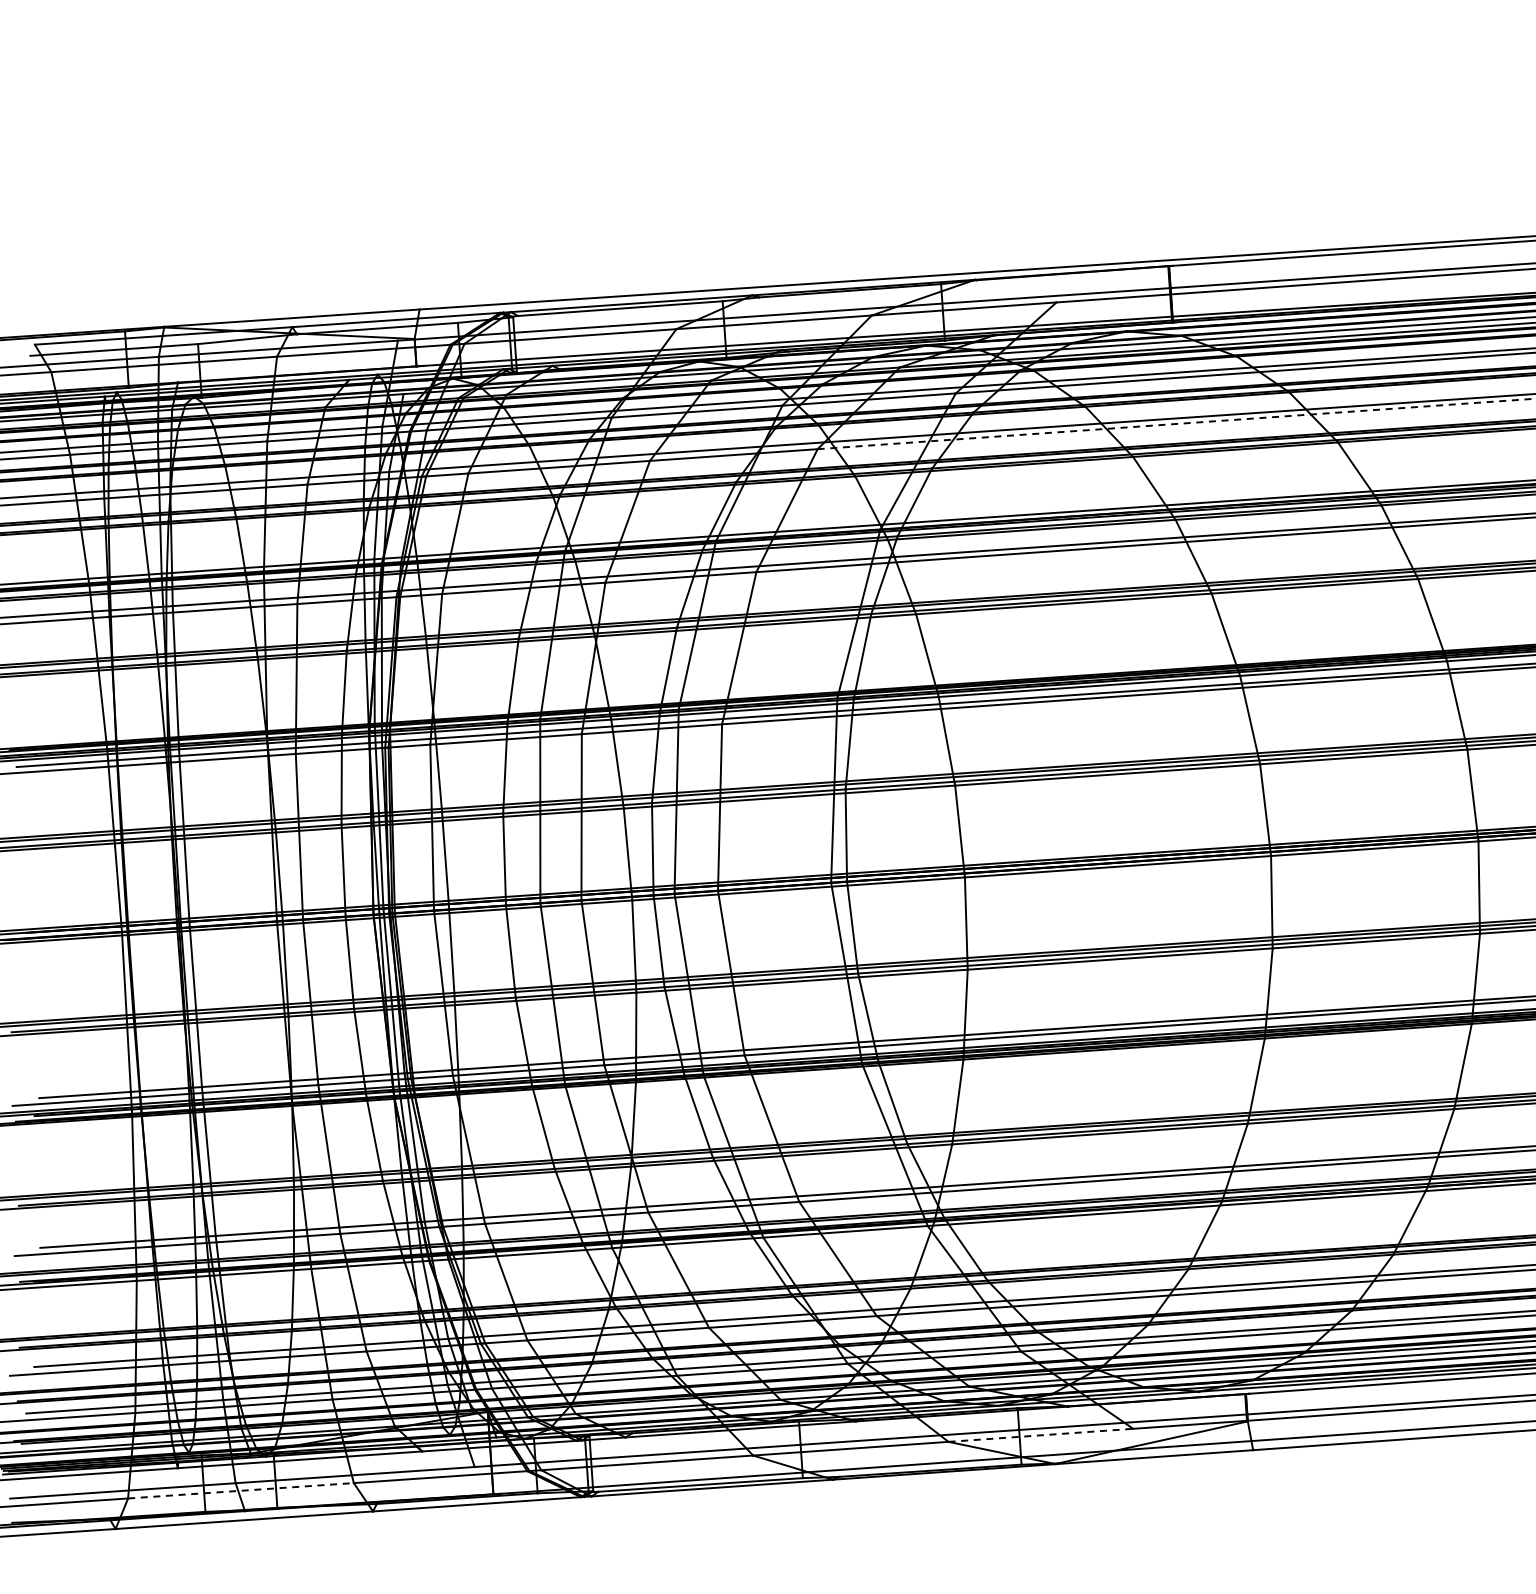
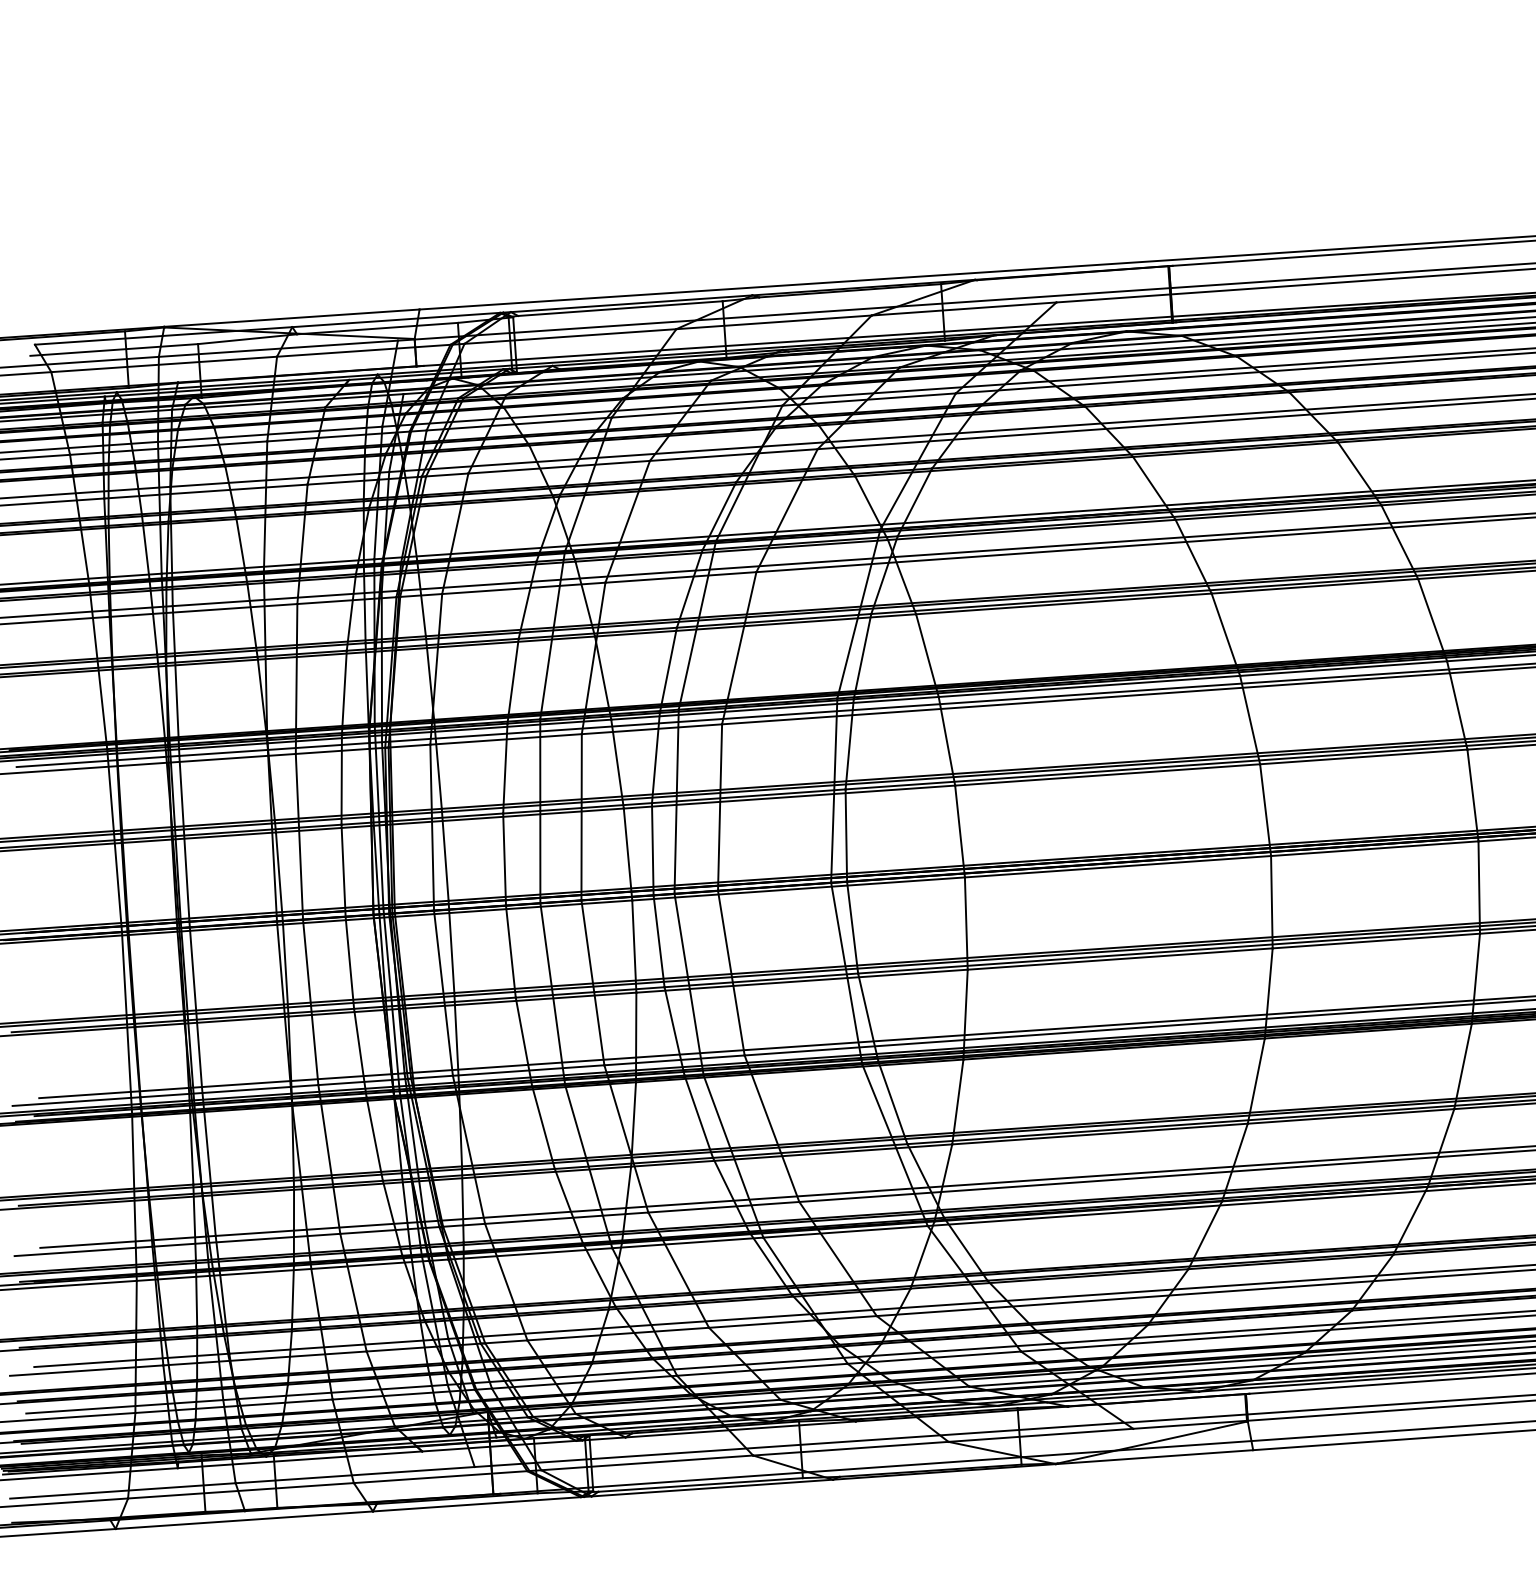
line at (1176, 423): dashed -> solid
line at (1040, 1435): dashed -> solid
line at (241, 1490): dashed -> solid
